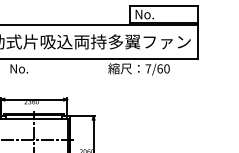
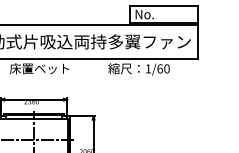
text at (39, 68): No. -> 床置ベット
text at (148, 68): 7/60 -> 1/60
